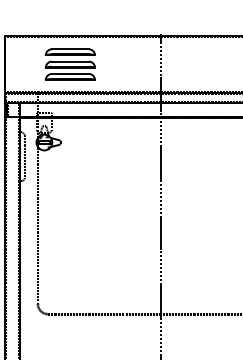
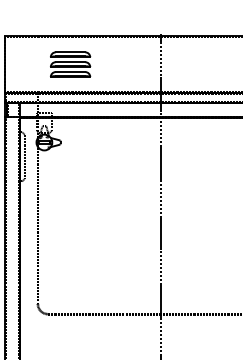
part at (69, 64) size: 52x33 px -> 42x27 px
